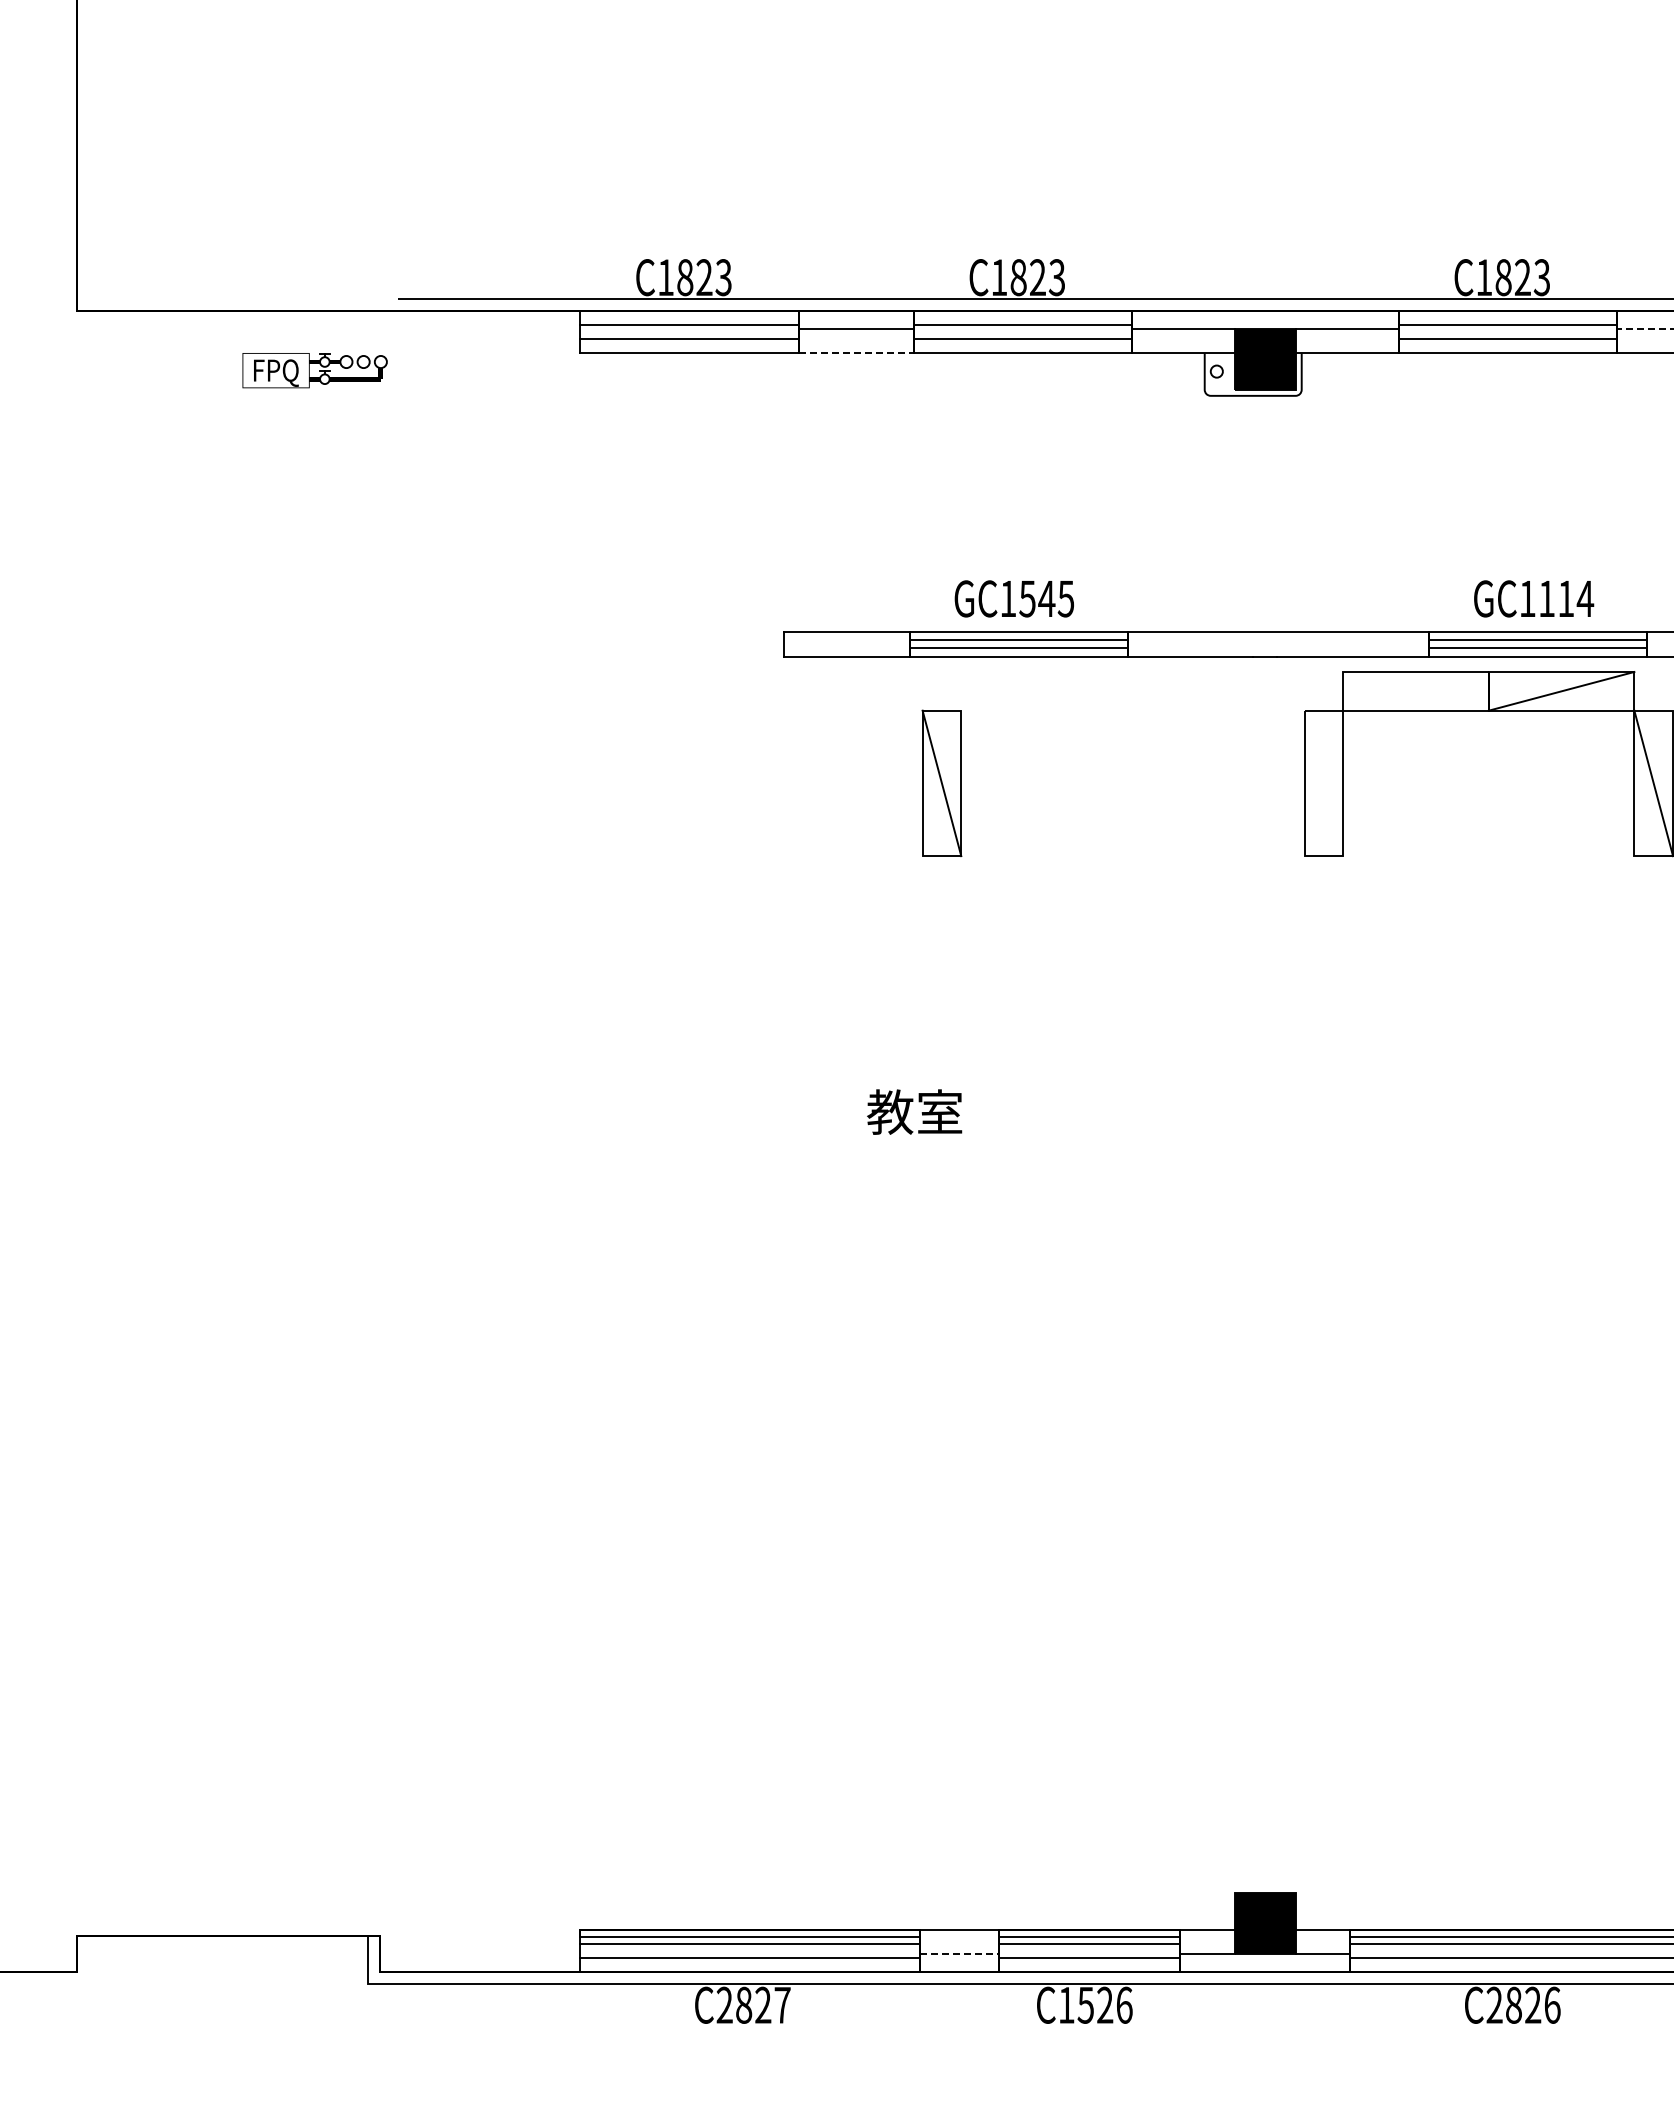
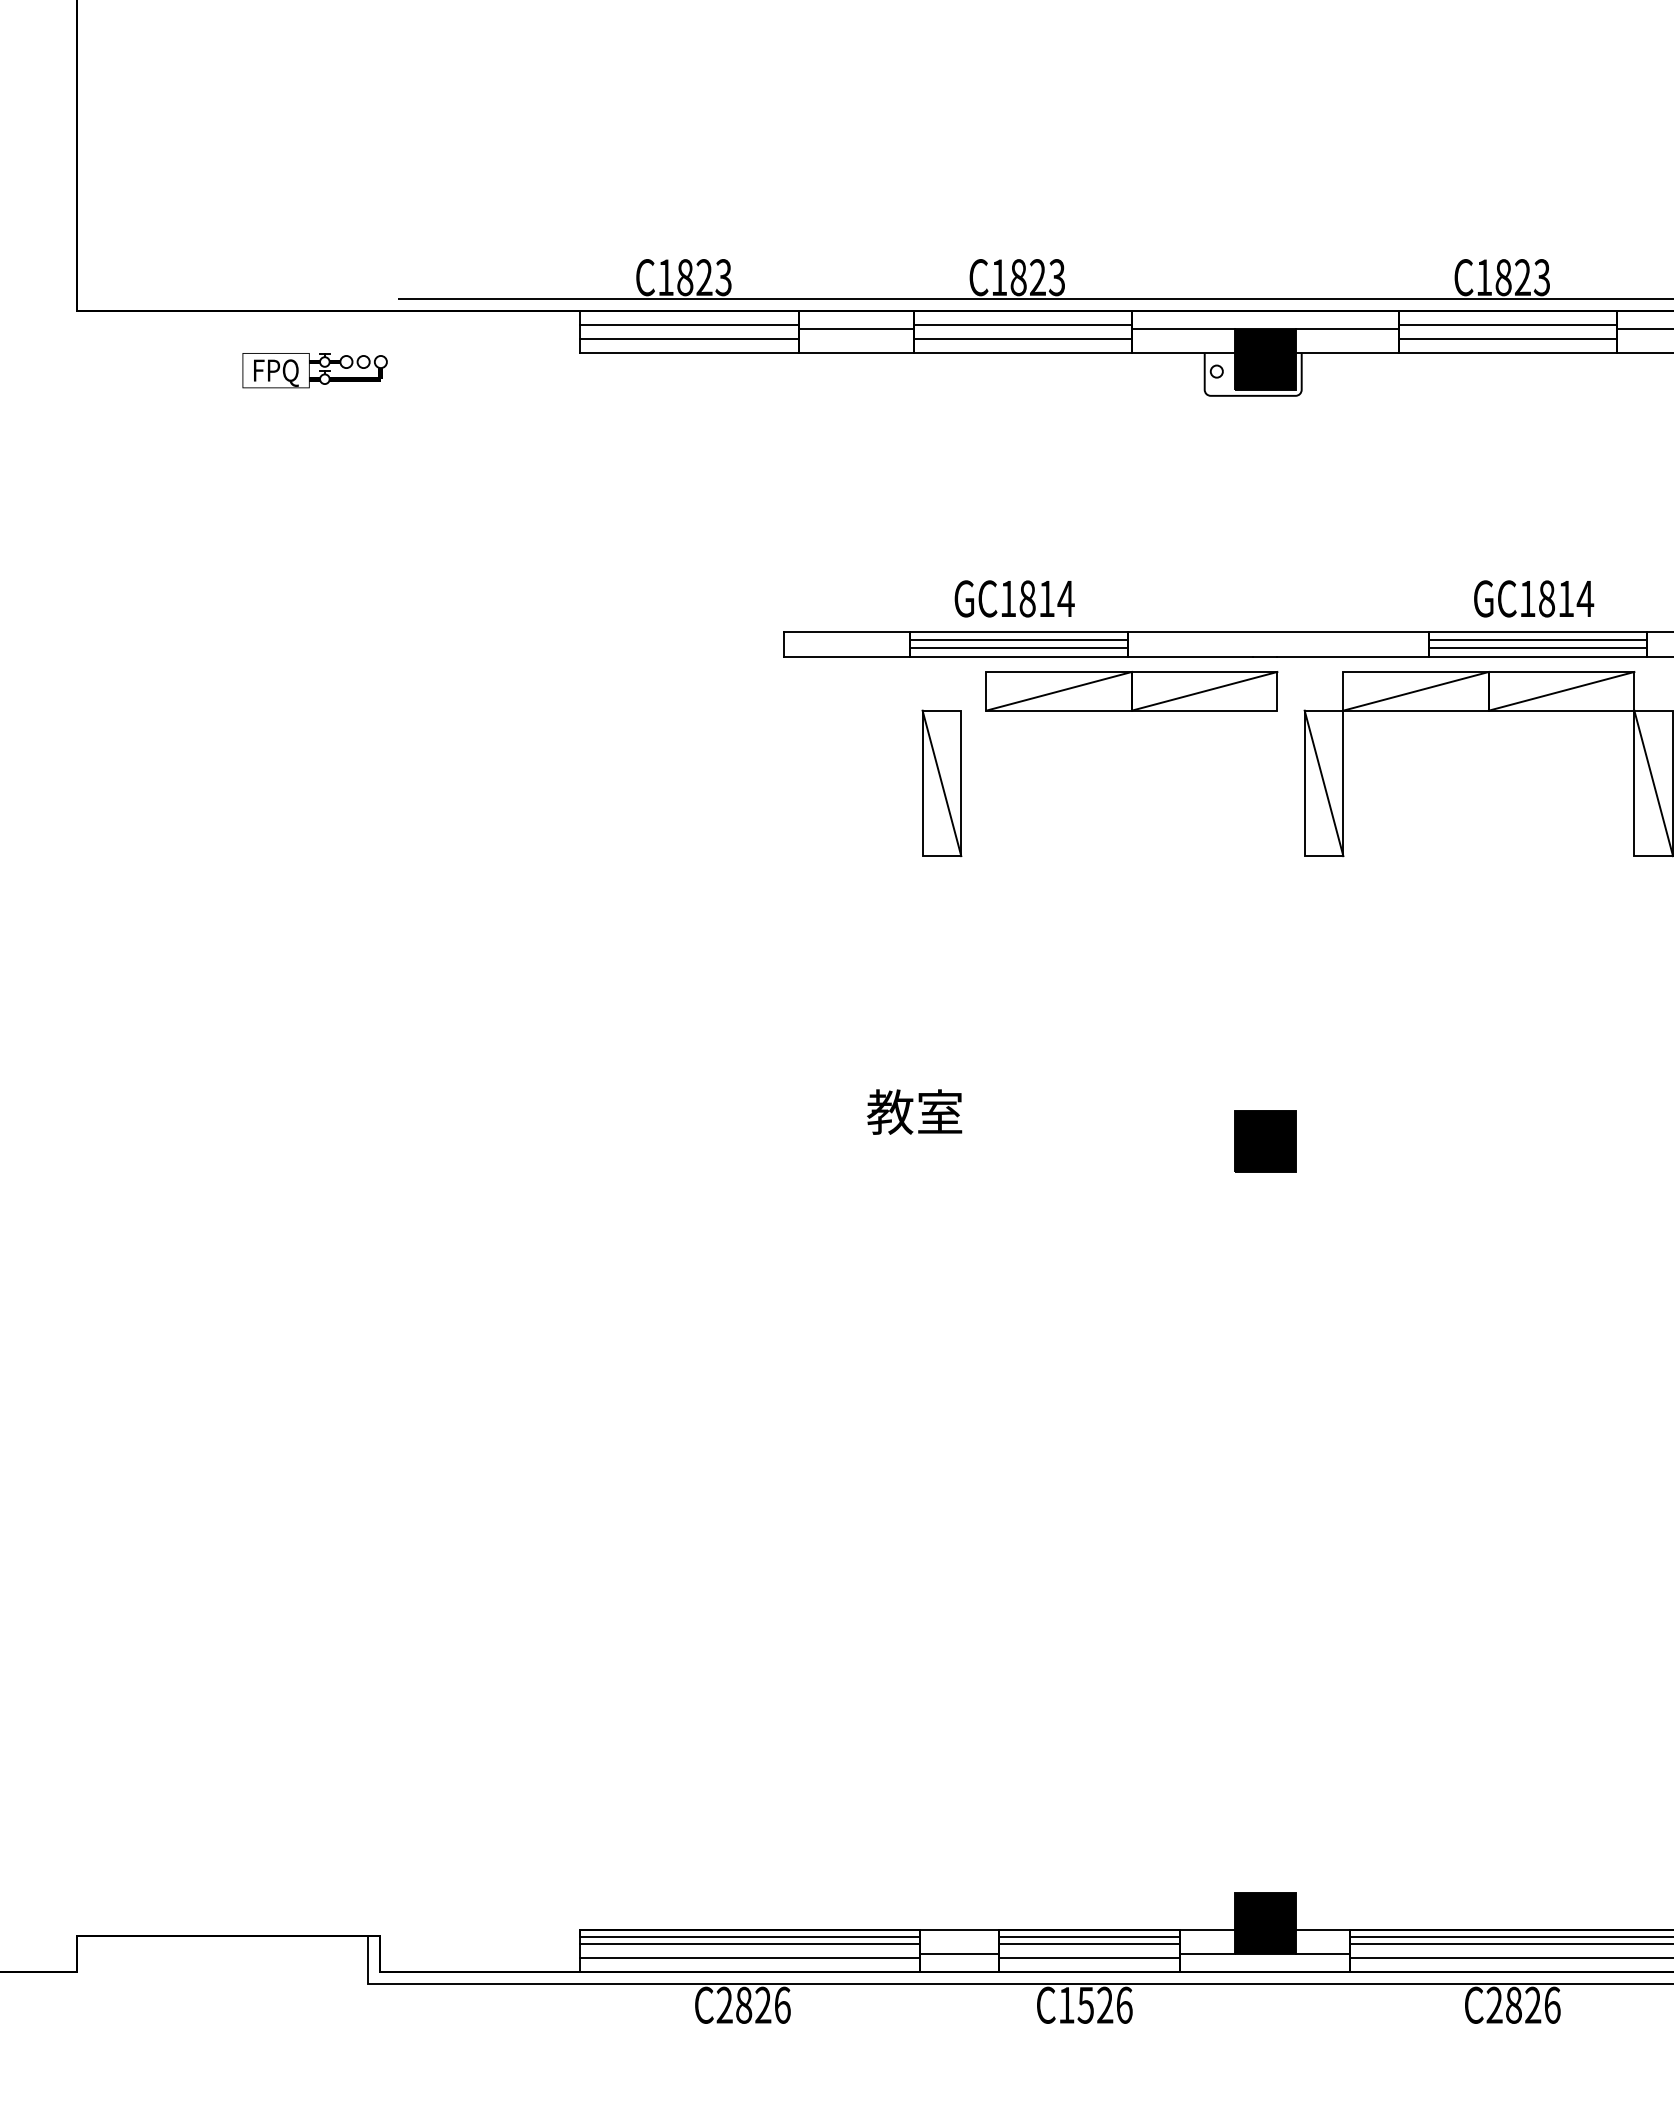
line at (1644, 329): dashed -> solid
line at (856, 353): dashed -> solid
text at (1046, 598): GC1545 -> GC1814
text at (1547, 598): GC1114 -> GC1814
line at (1415, 690): none -> present
part at (1131, 691): none -> present
line at (1323, 783): none -> present
part at (1265, 1141): none -> present
line at (959, 1953): dashed -> solid
text at (782, 2004): C2827 -> C2826
